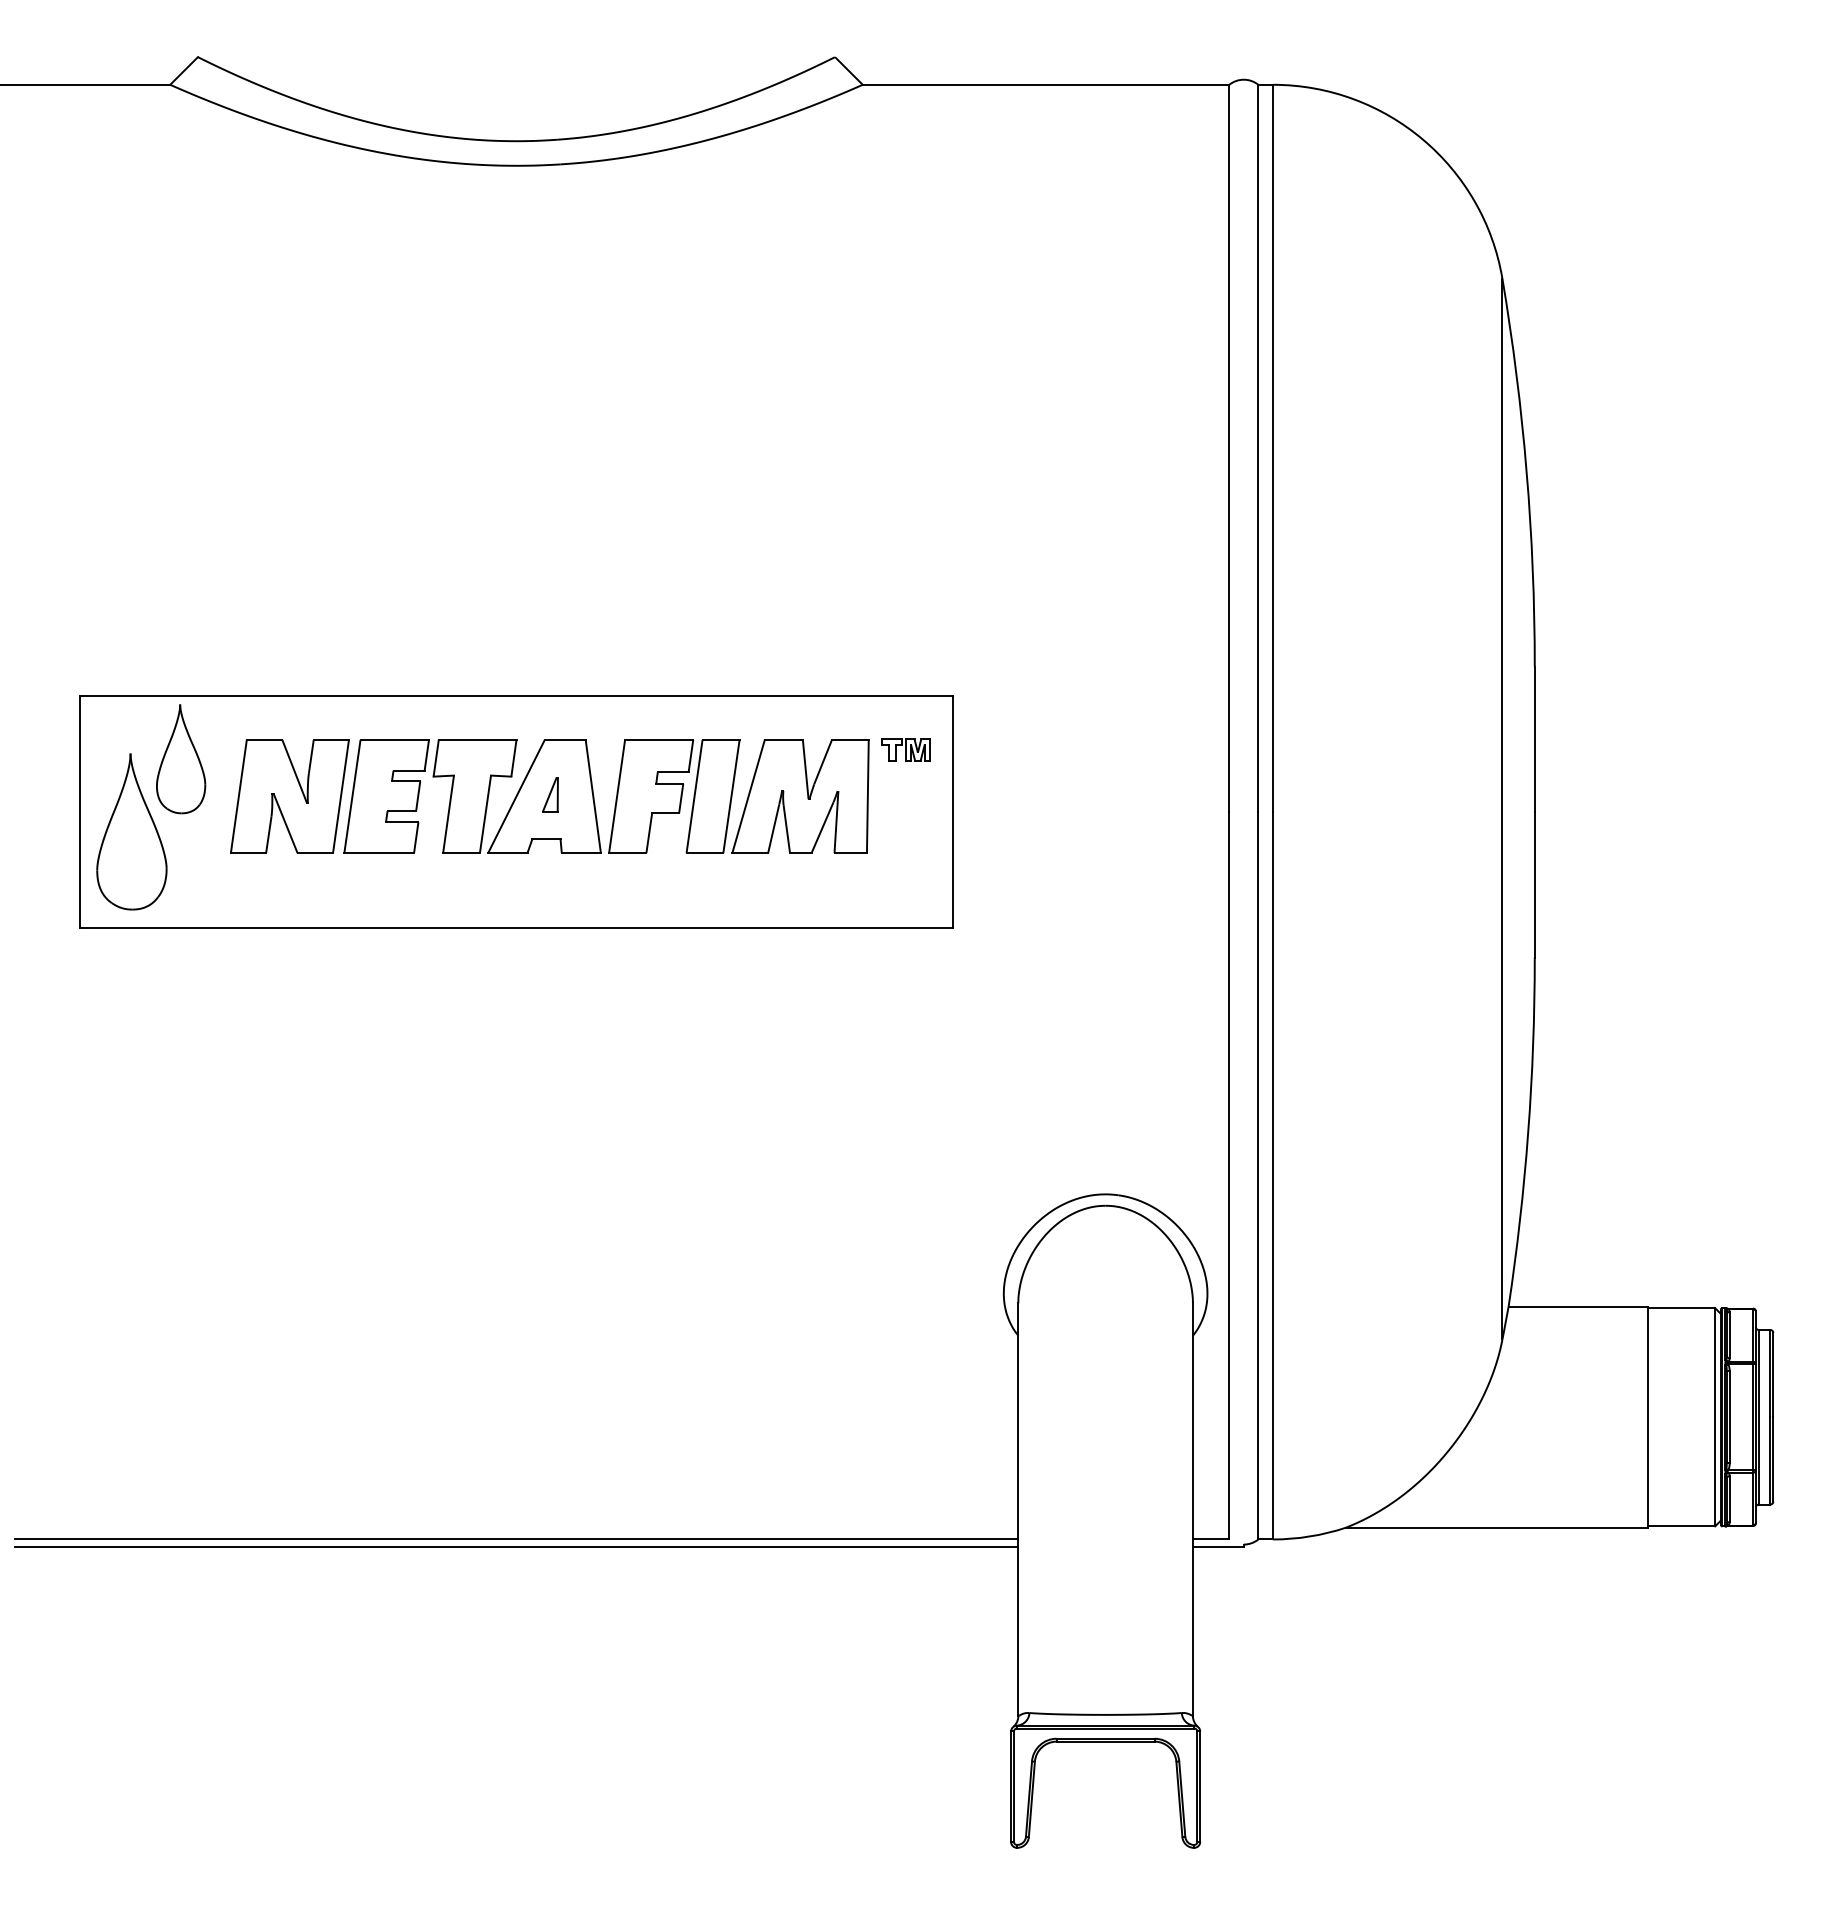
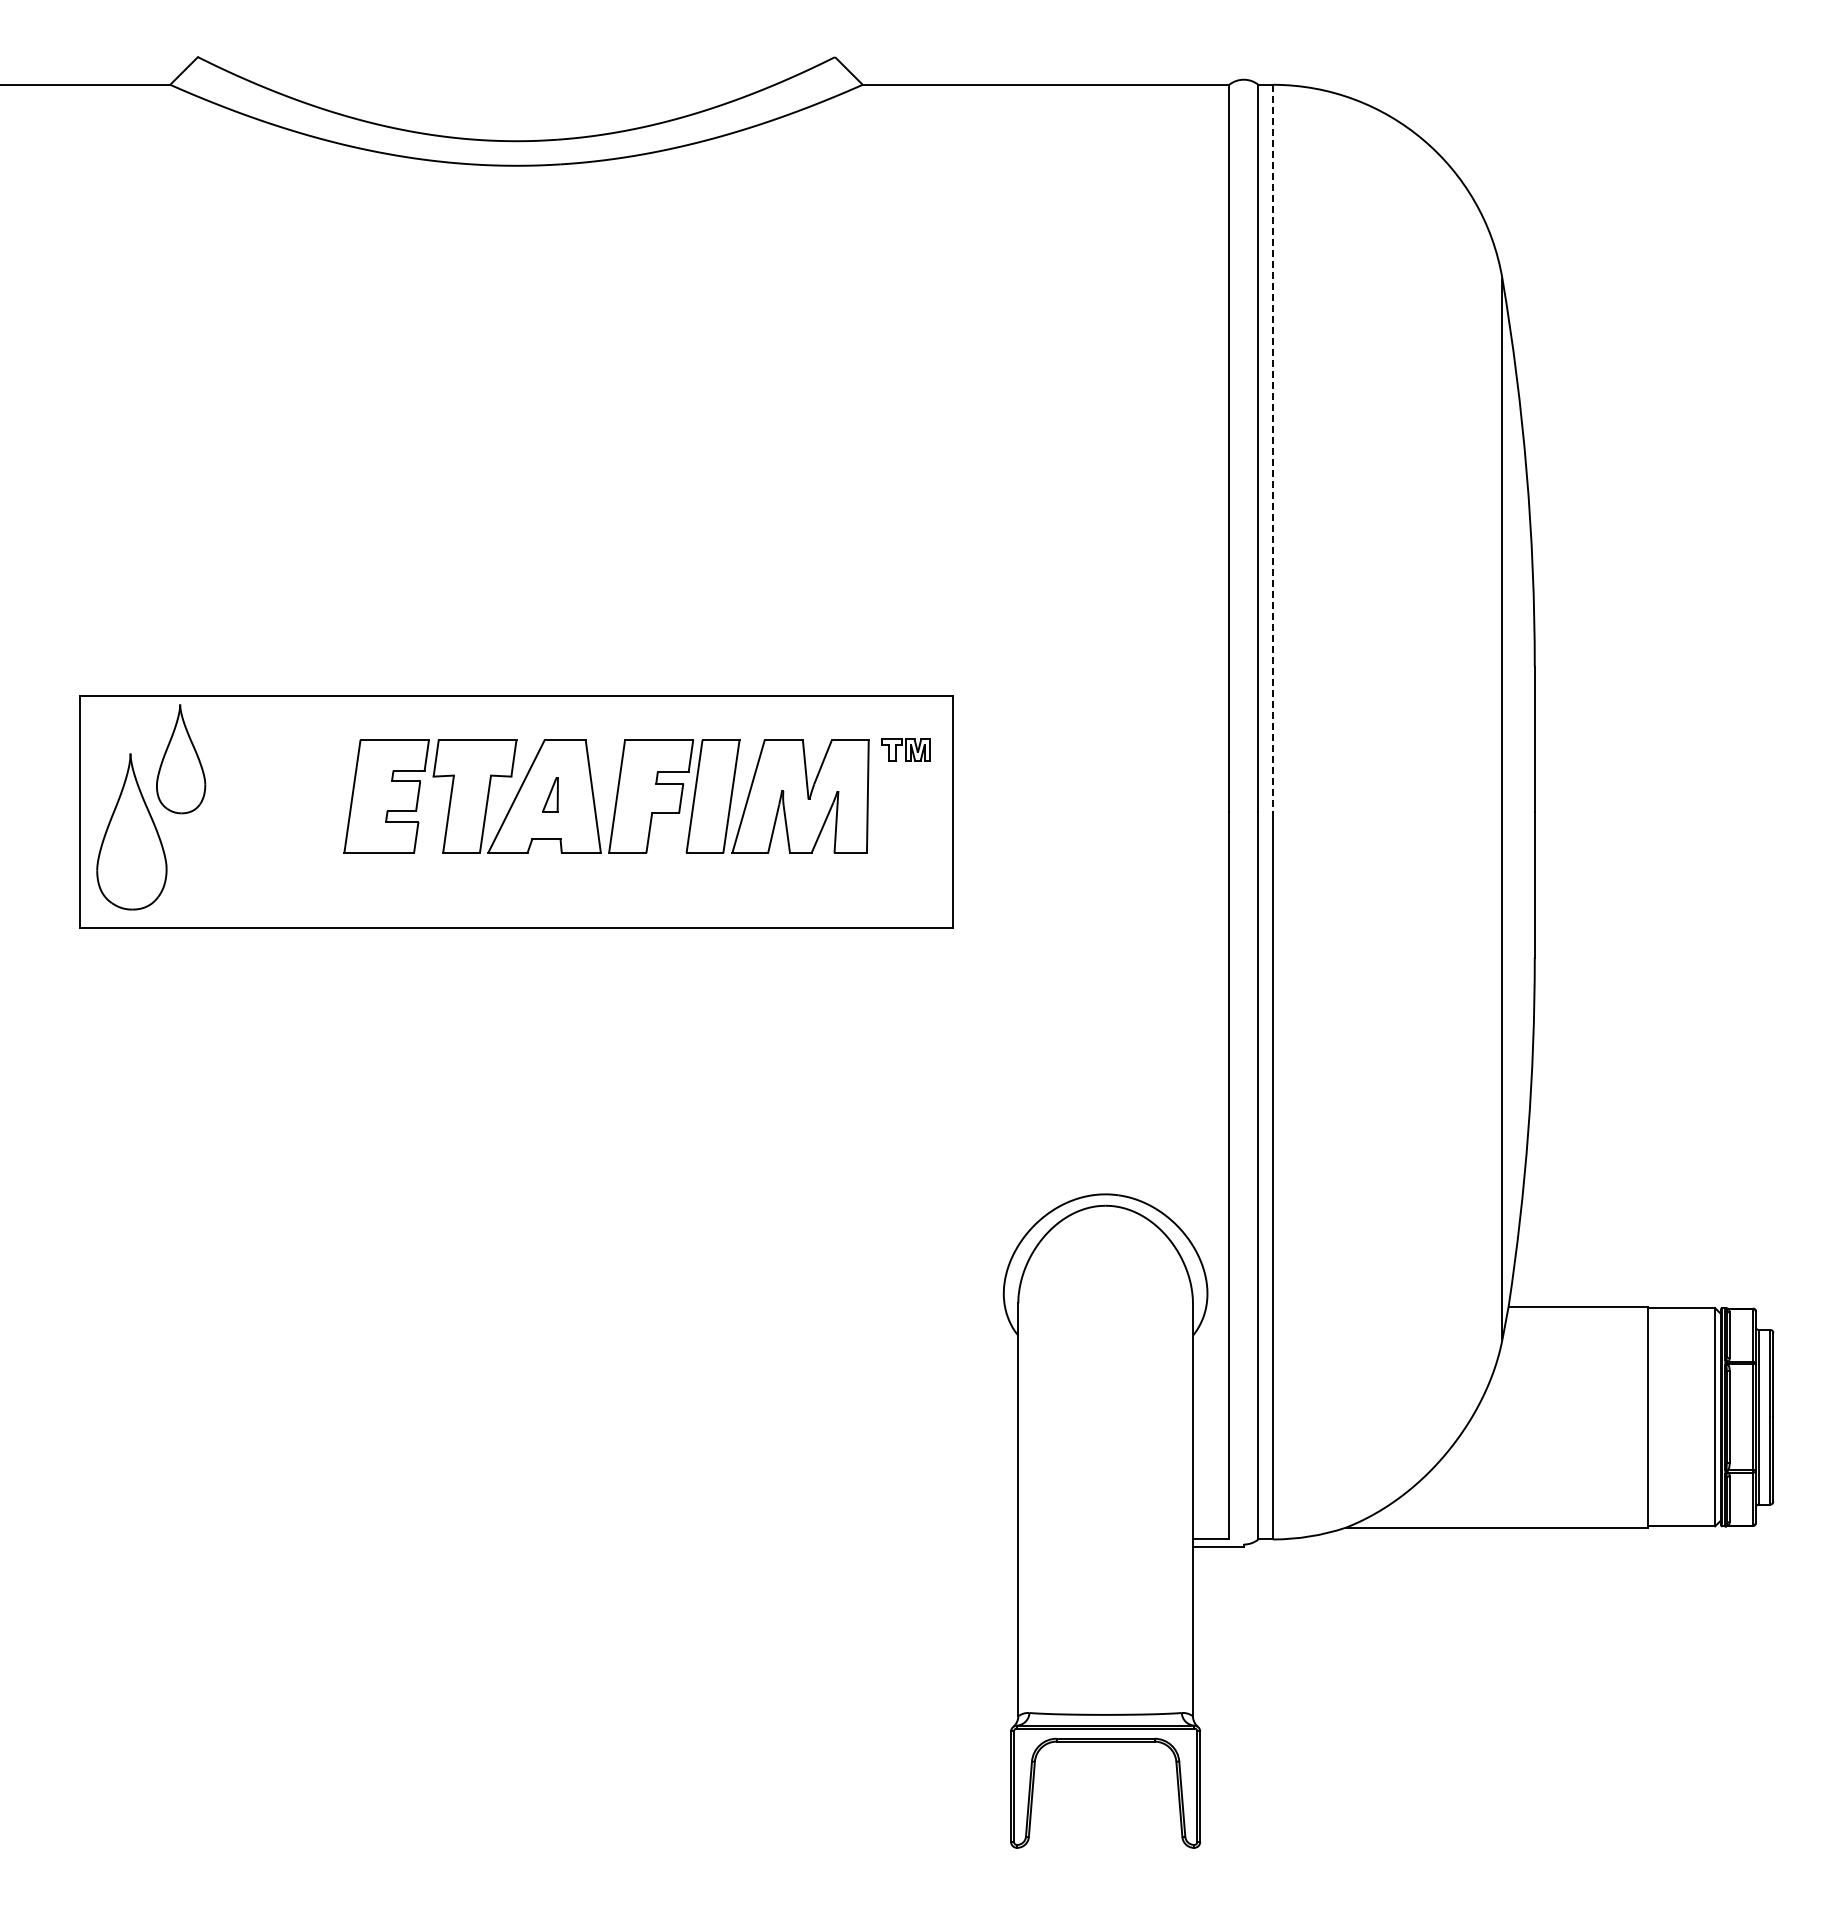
line at (1272, 448): solid -> dashed
part at (289, 796): present -> none
line at (516, 1539): present -> none
line at (516, 1546): present -> none
